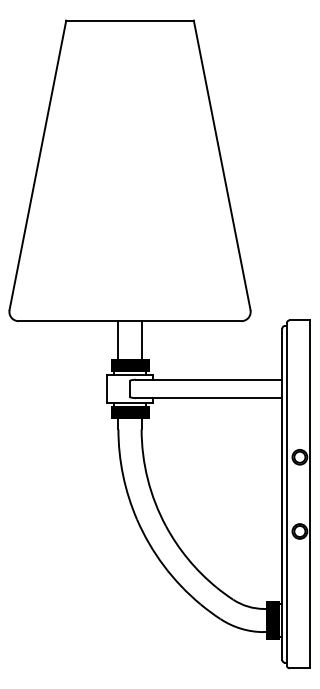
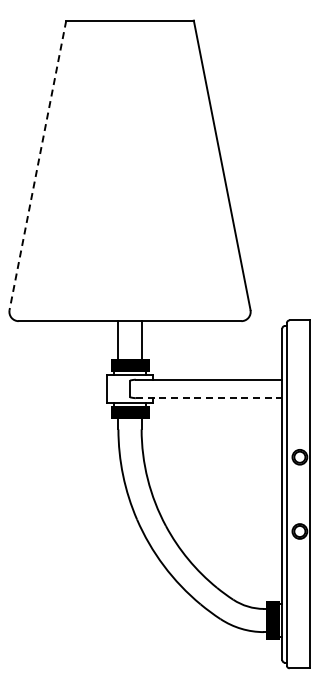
line at (37, 165): solid -> dashed
line at (209, 398): solid -> dashed
